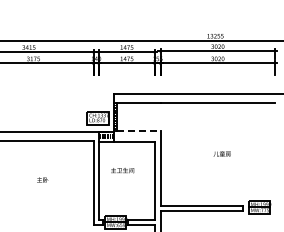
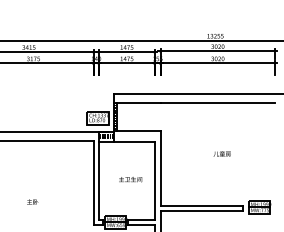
line at (138, 130): dashed -> solid
text at (122, 170) position: (122, 170) -> (130, 179)
text at (42, 179) position: (42, 179) -> (32, 201)
